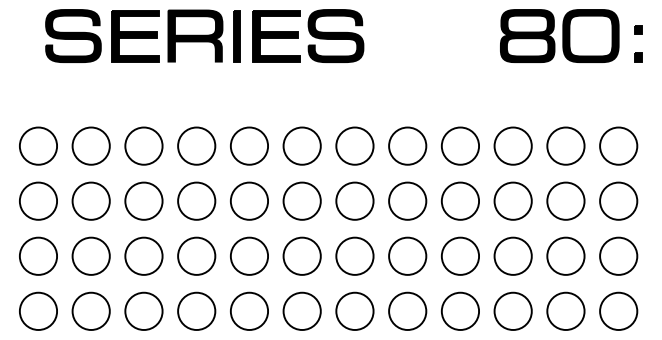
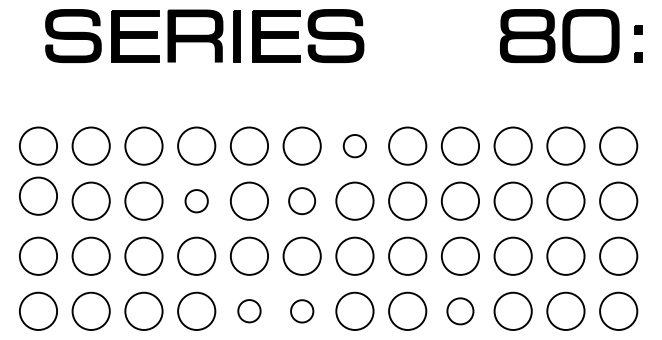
circle at (354, 145) diameter: 37 px -> 22 px
circle at (38, 200) position: (38, 200) -> (38, 195)
circle at (196, 200) diameter: 37 px -> 22 px
circle at (301, 200) size: 40x40 px -> 29x29 px
circle at (249, 310) size: 39x40 px -> 25x25 px
circle at (301, 310) diameter: 37 px -> 22 px
circle at (460, 310) diameter: 37 px -> 26 px
